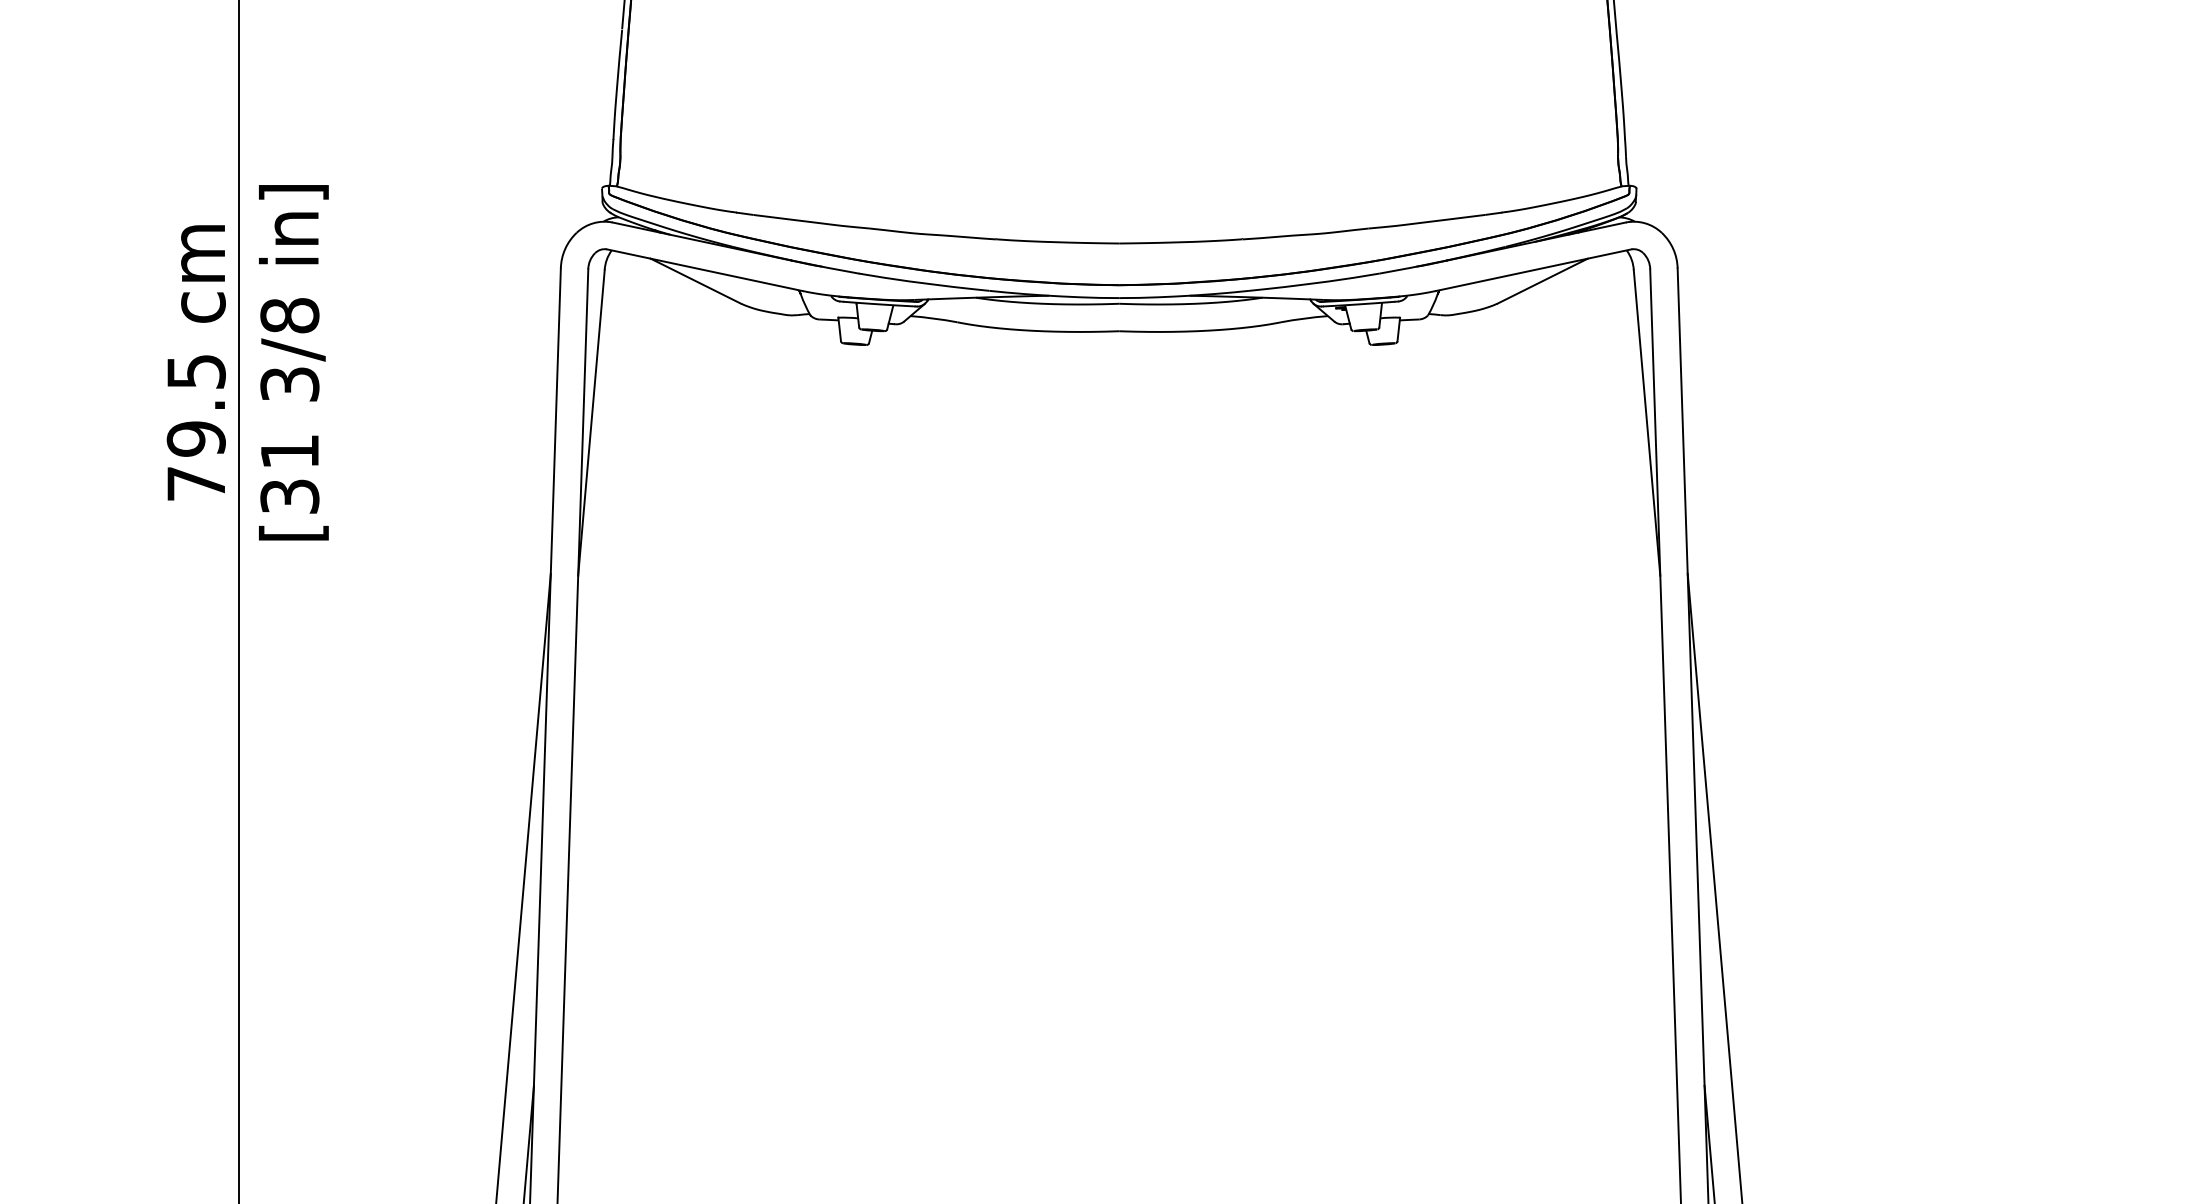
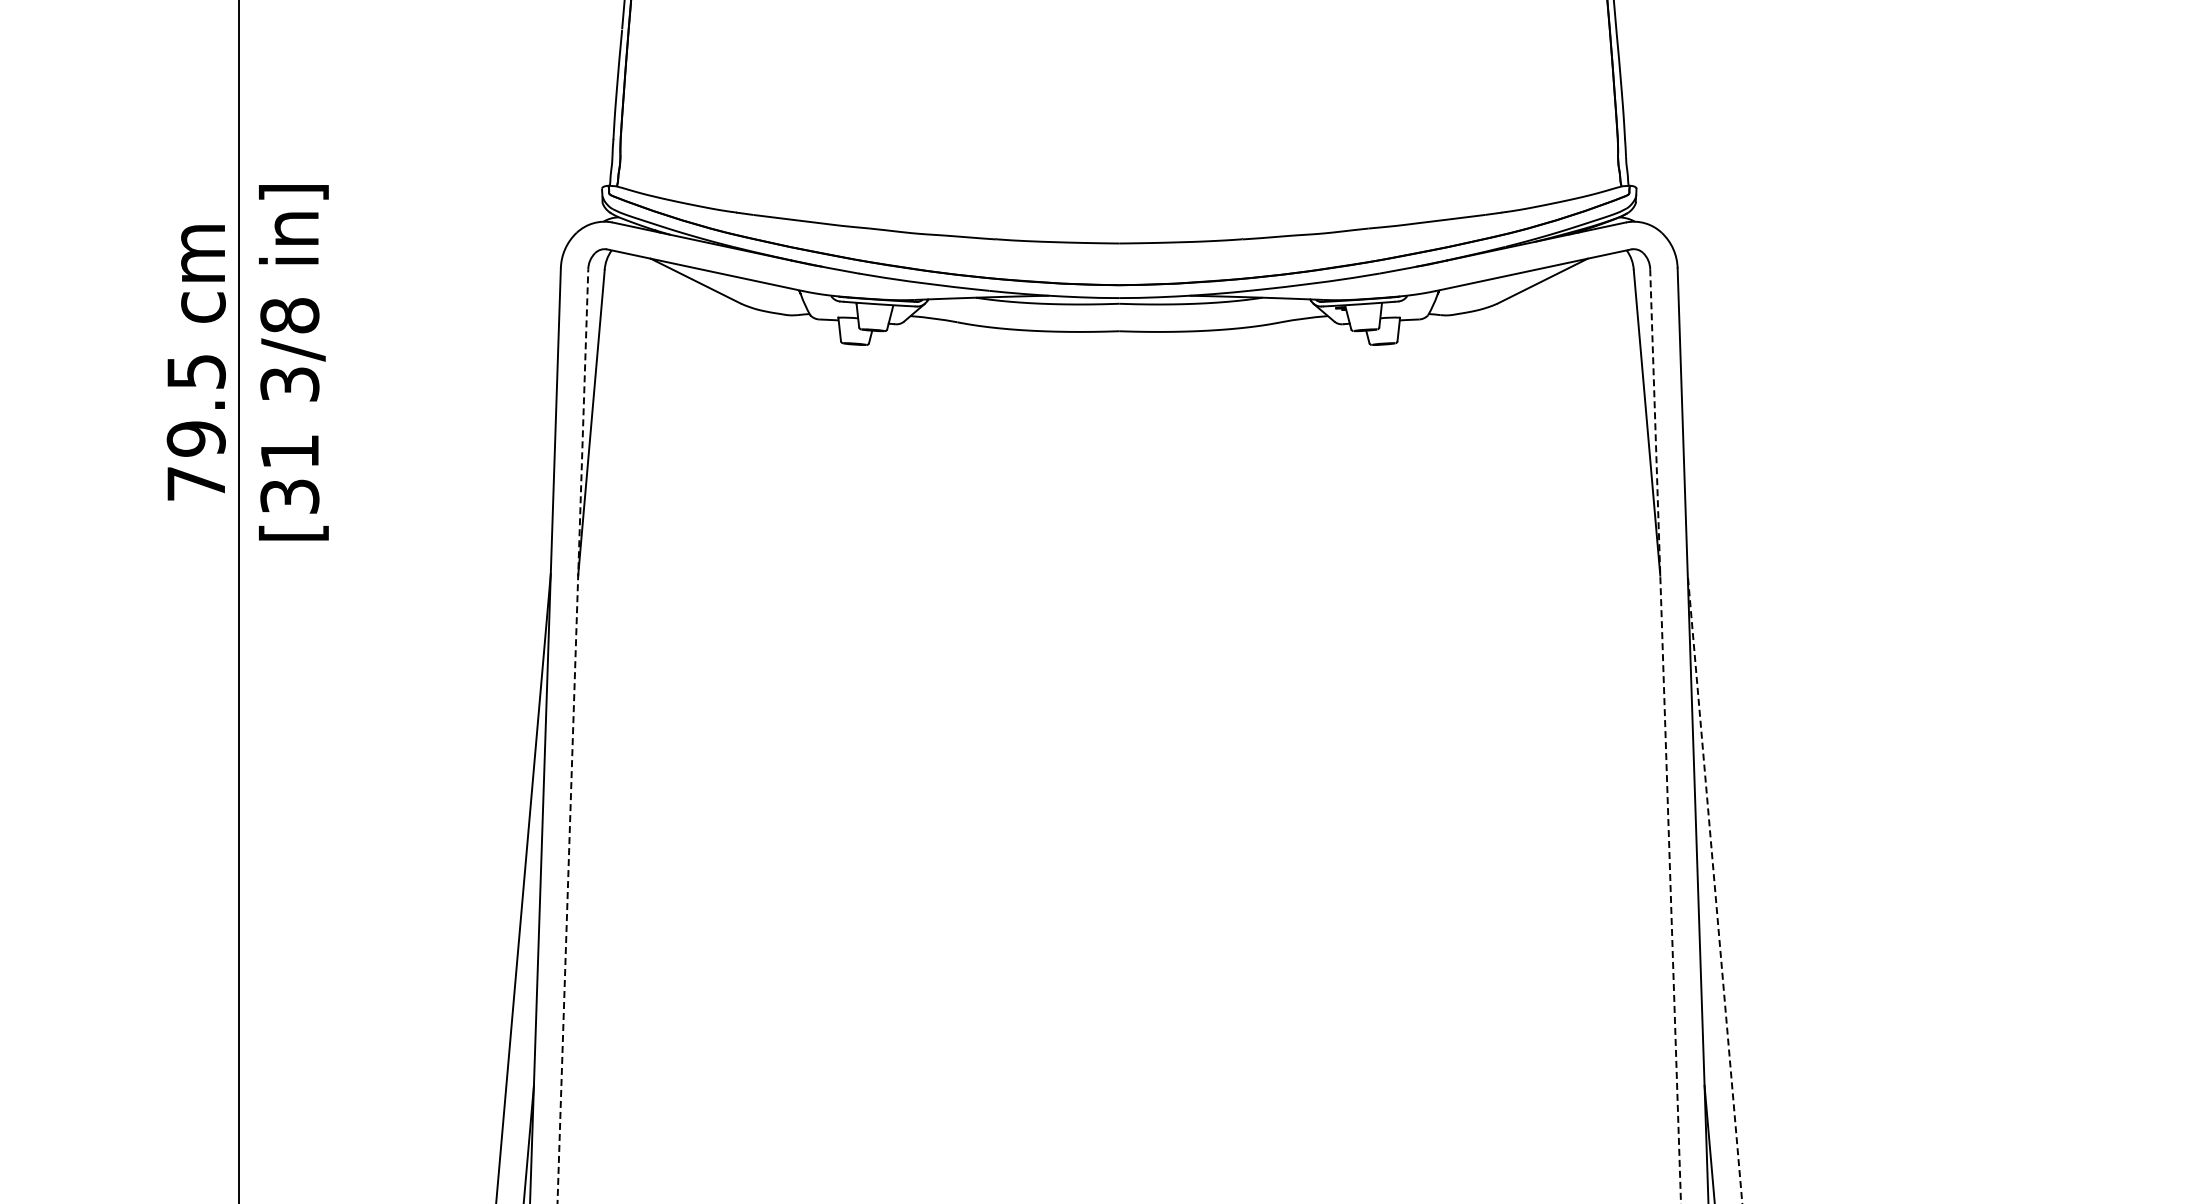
line at (572, 736): solid -> dashed
line at (1665, 736): solid -> dashed
line at (1715, 888): solid -> dashed
